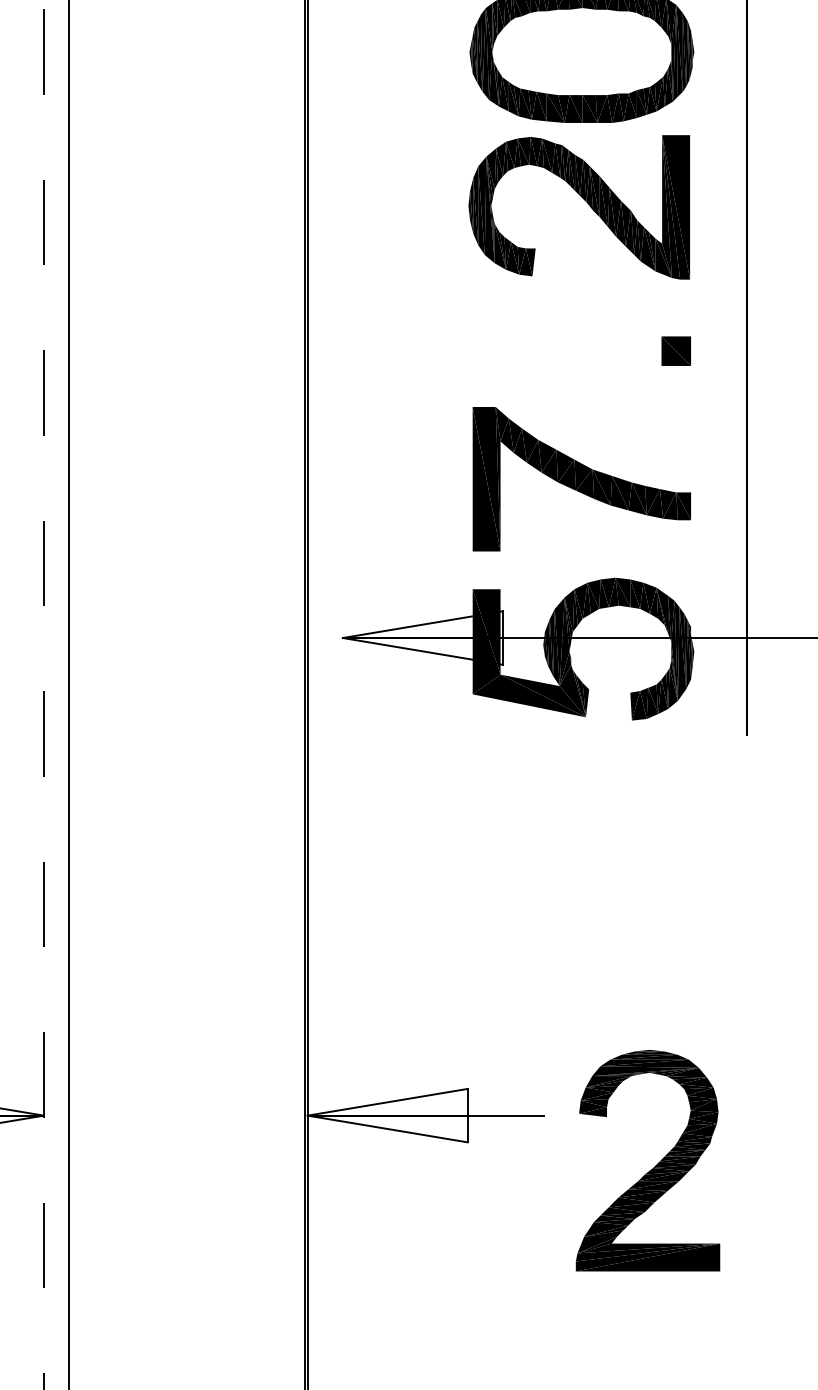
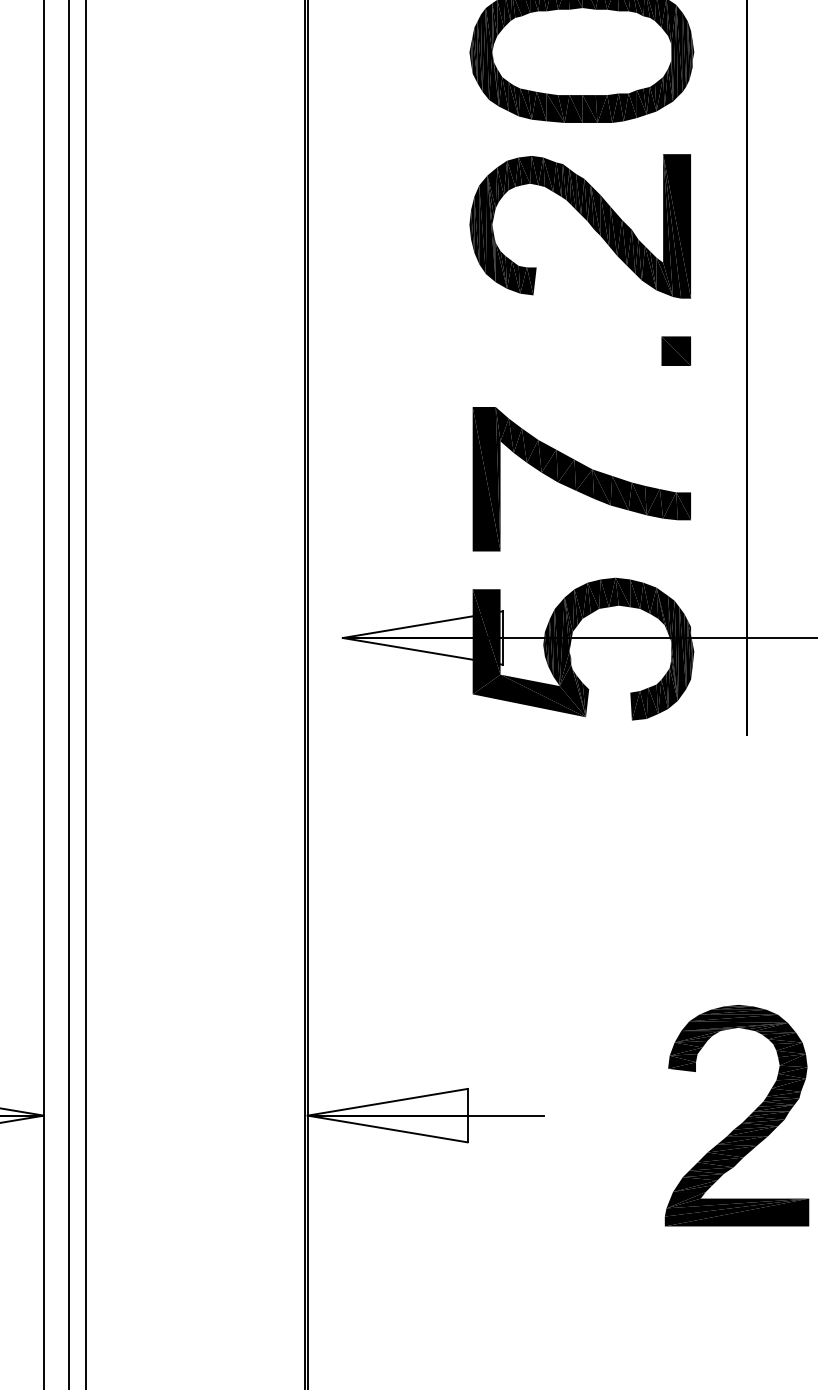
part at (584, 200) position: (584, 200) -> (585, 219)
line at (43, 694): dashed -> solid
line at (86, 694): none -> present
part at (654, 1166) position: (654, 1166) -> (743, 1121)
